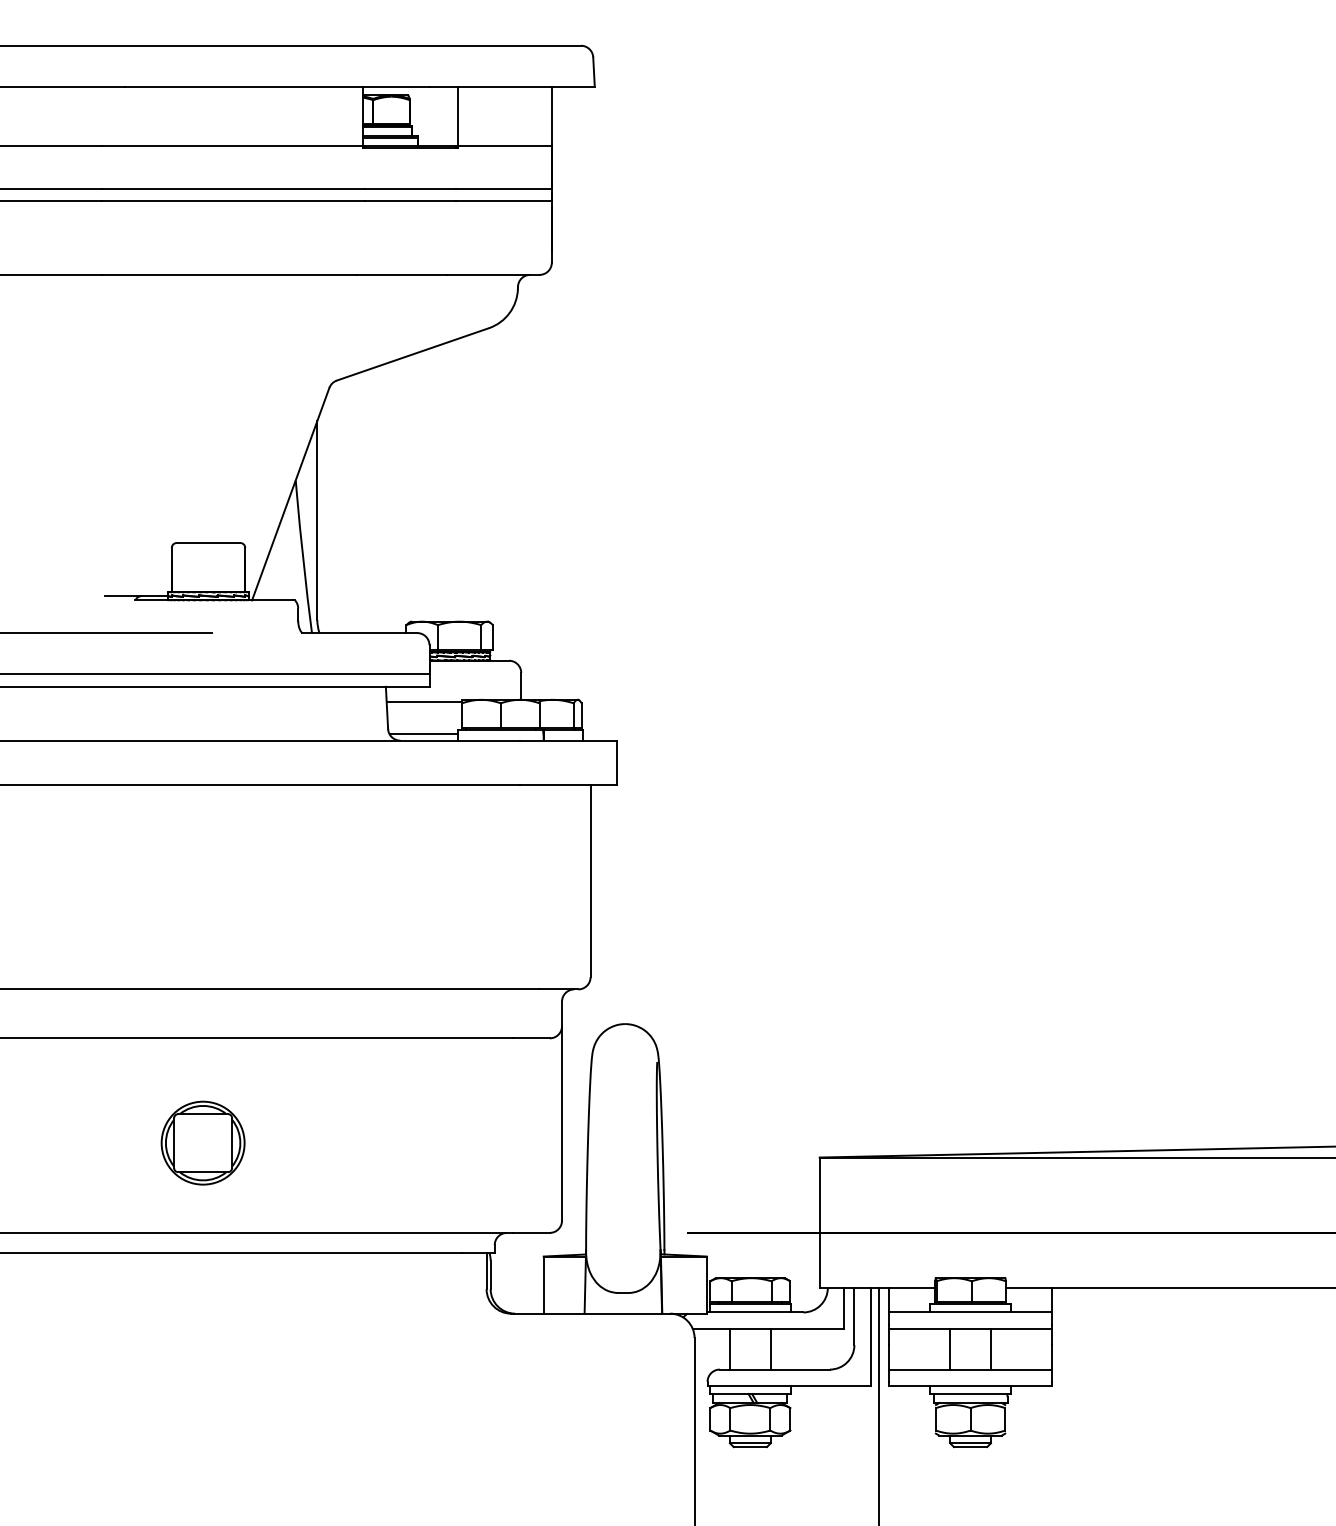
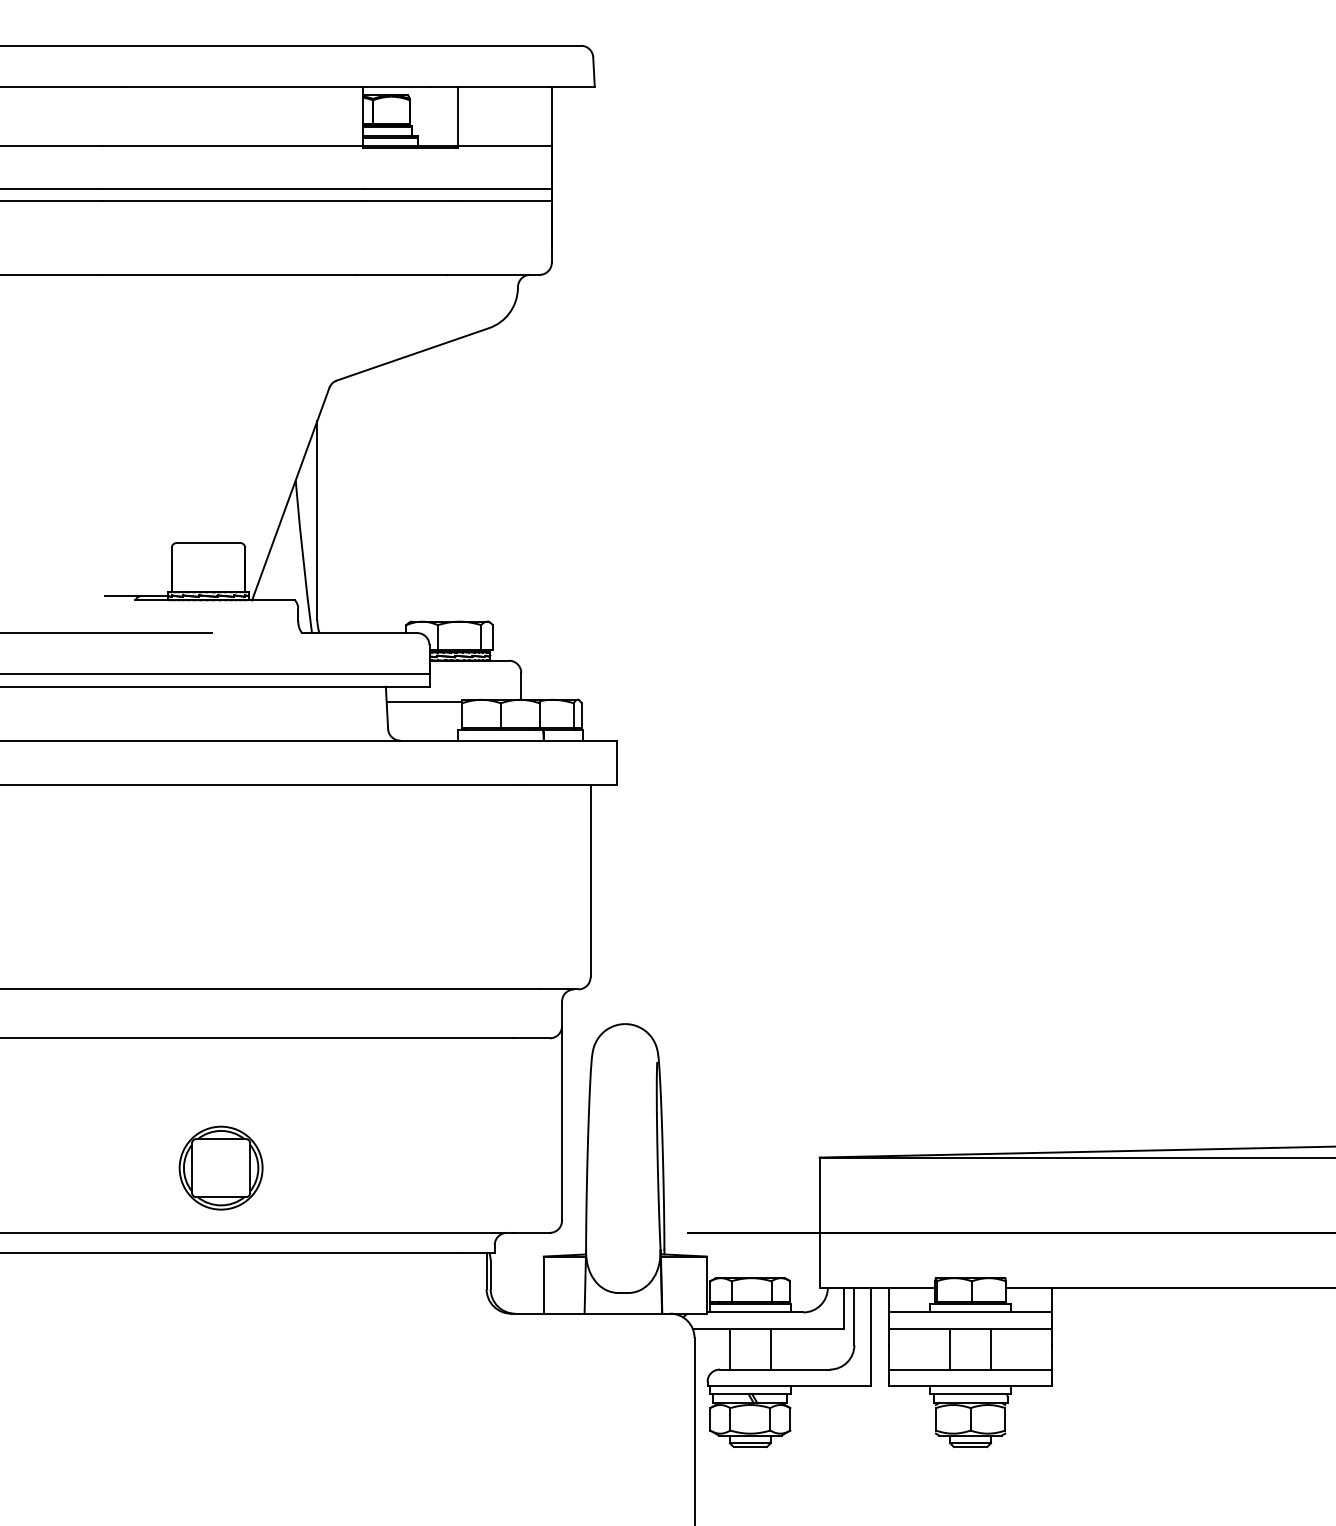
line at (423, 734): present -> none
part at (202, 1142) position: (202, 1142) -> (220, 1167)
line at (878, 1404): present -> none
